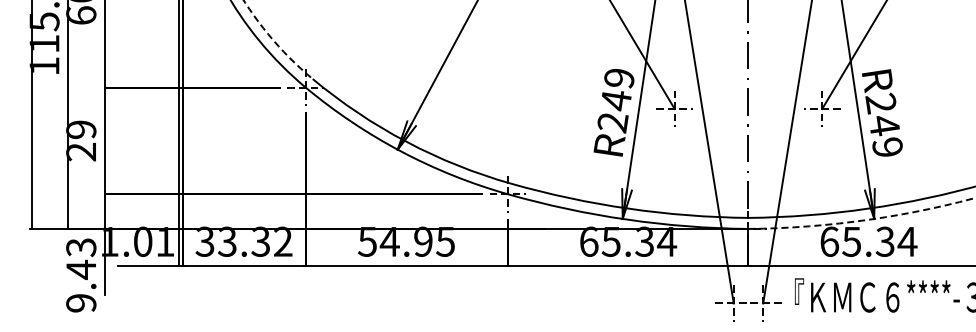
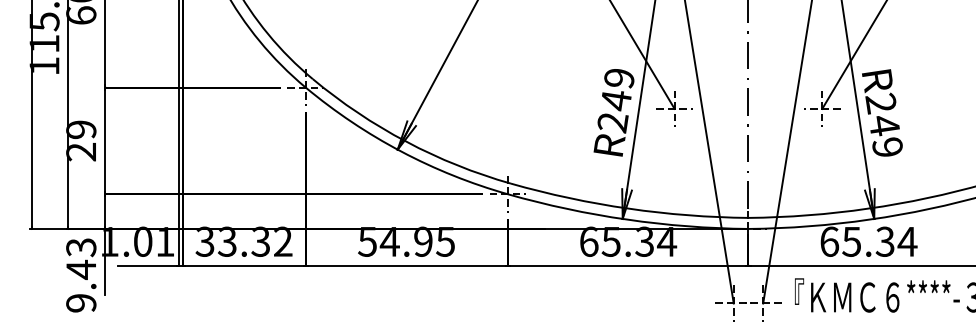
arc at (275, 42): dashed -> solid
arc at (864, 220): dashed -> solid
